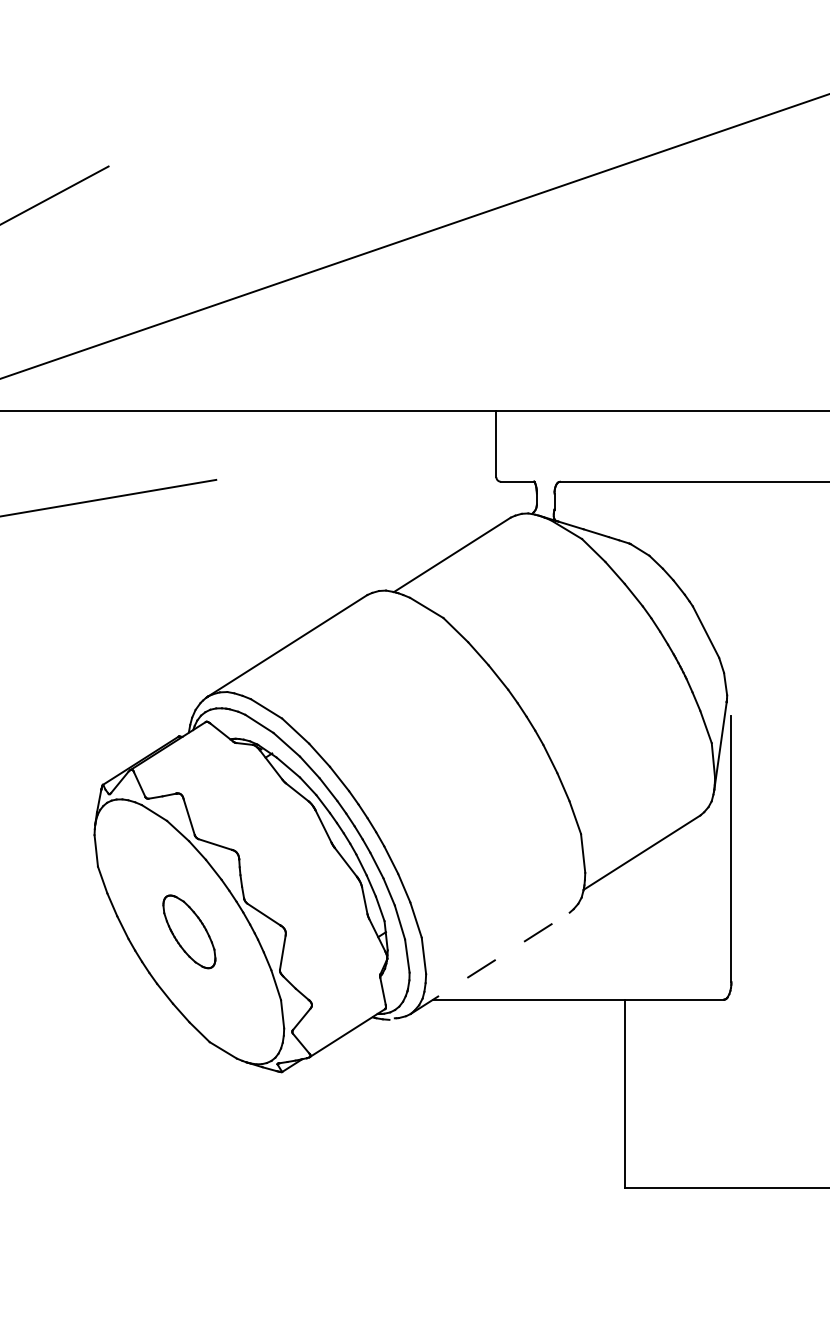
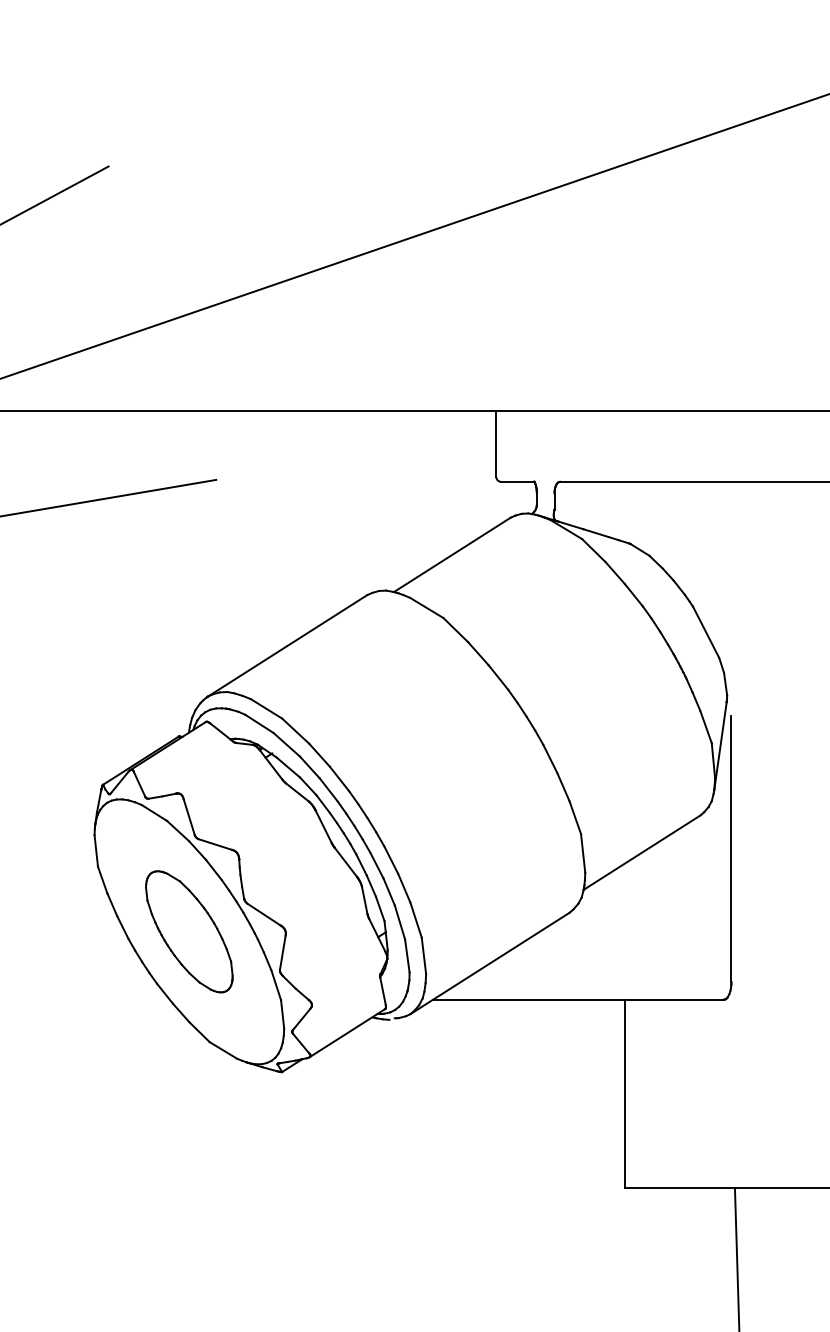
part at (189, 931) size: 55x76 px -> 89x124 px
line at (490, 963): dashed -> solid
line at (736, 1257): none -> present
